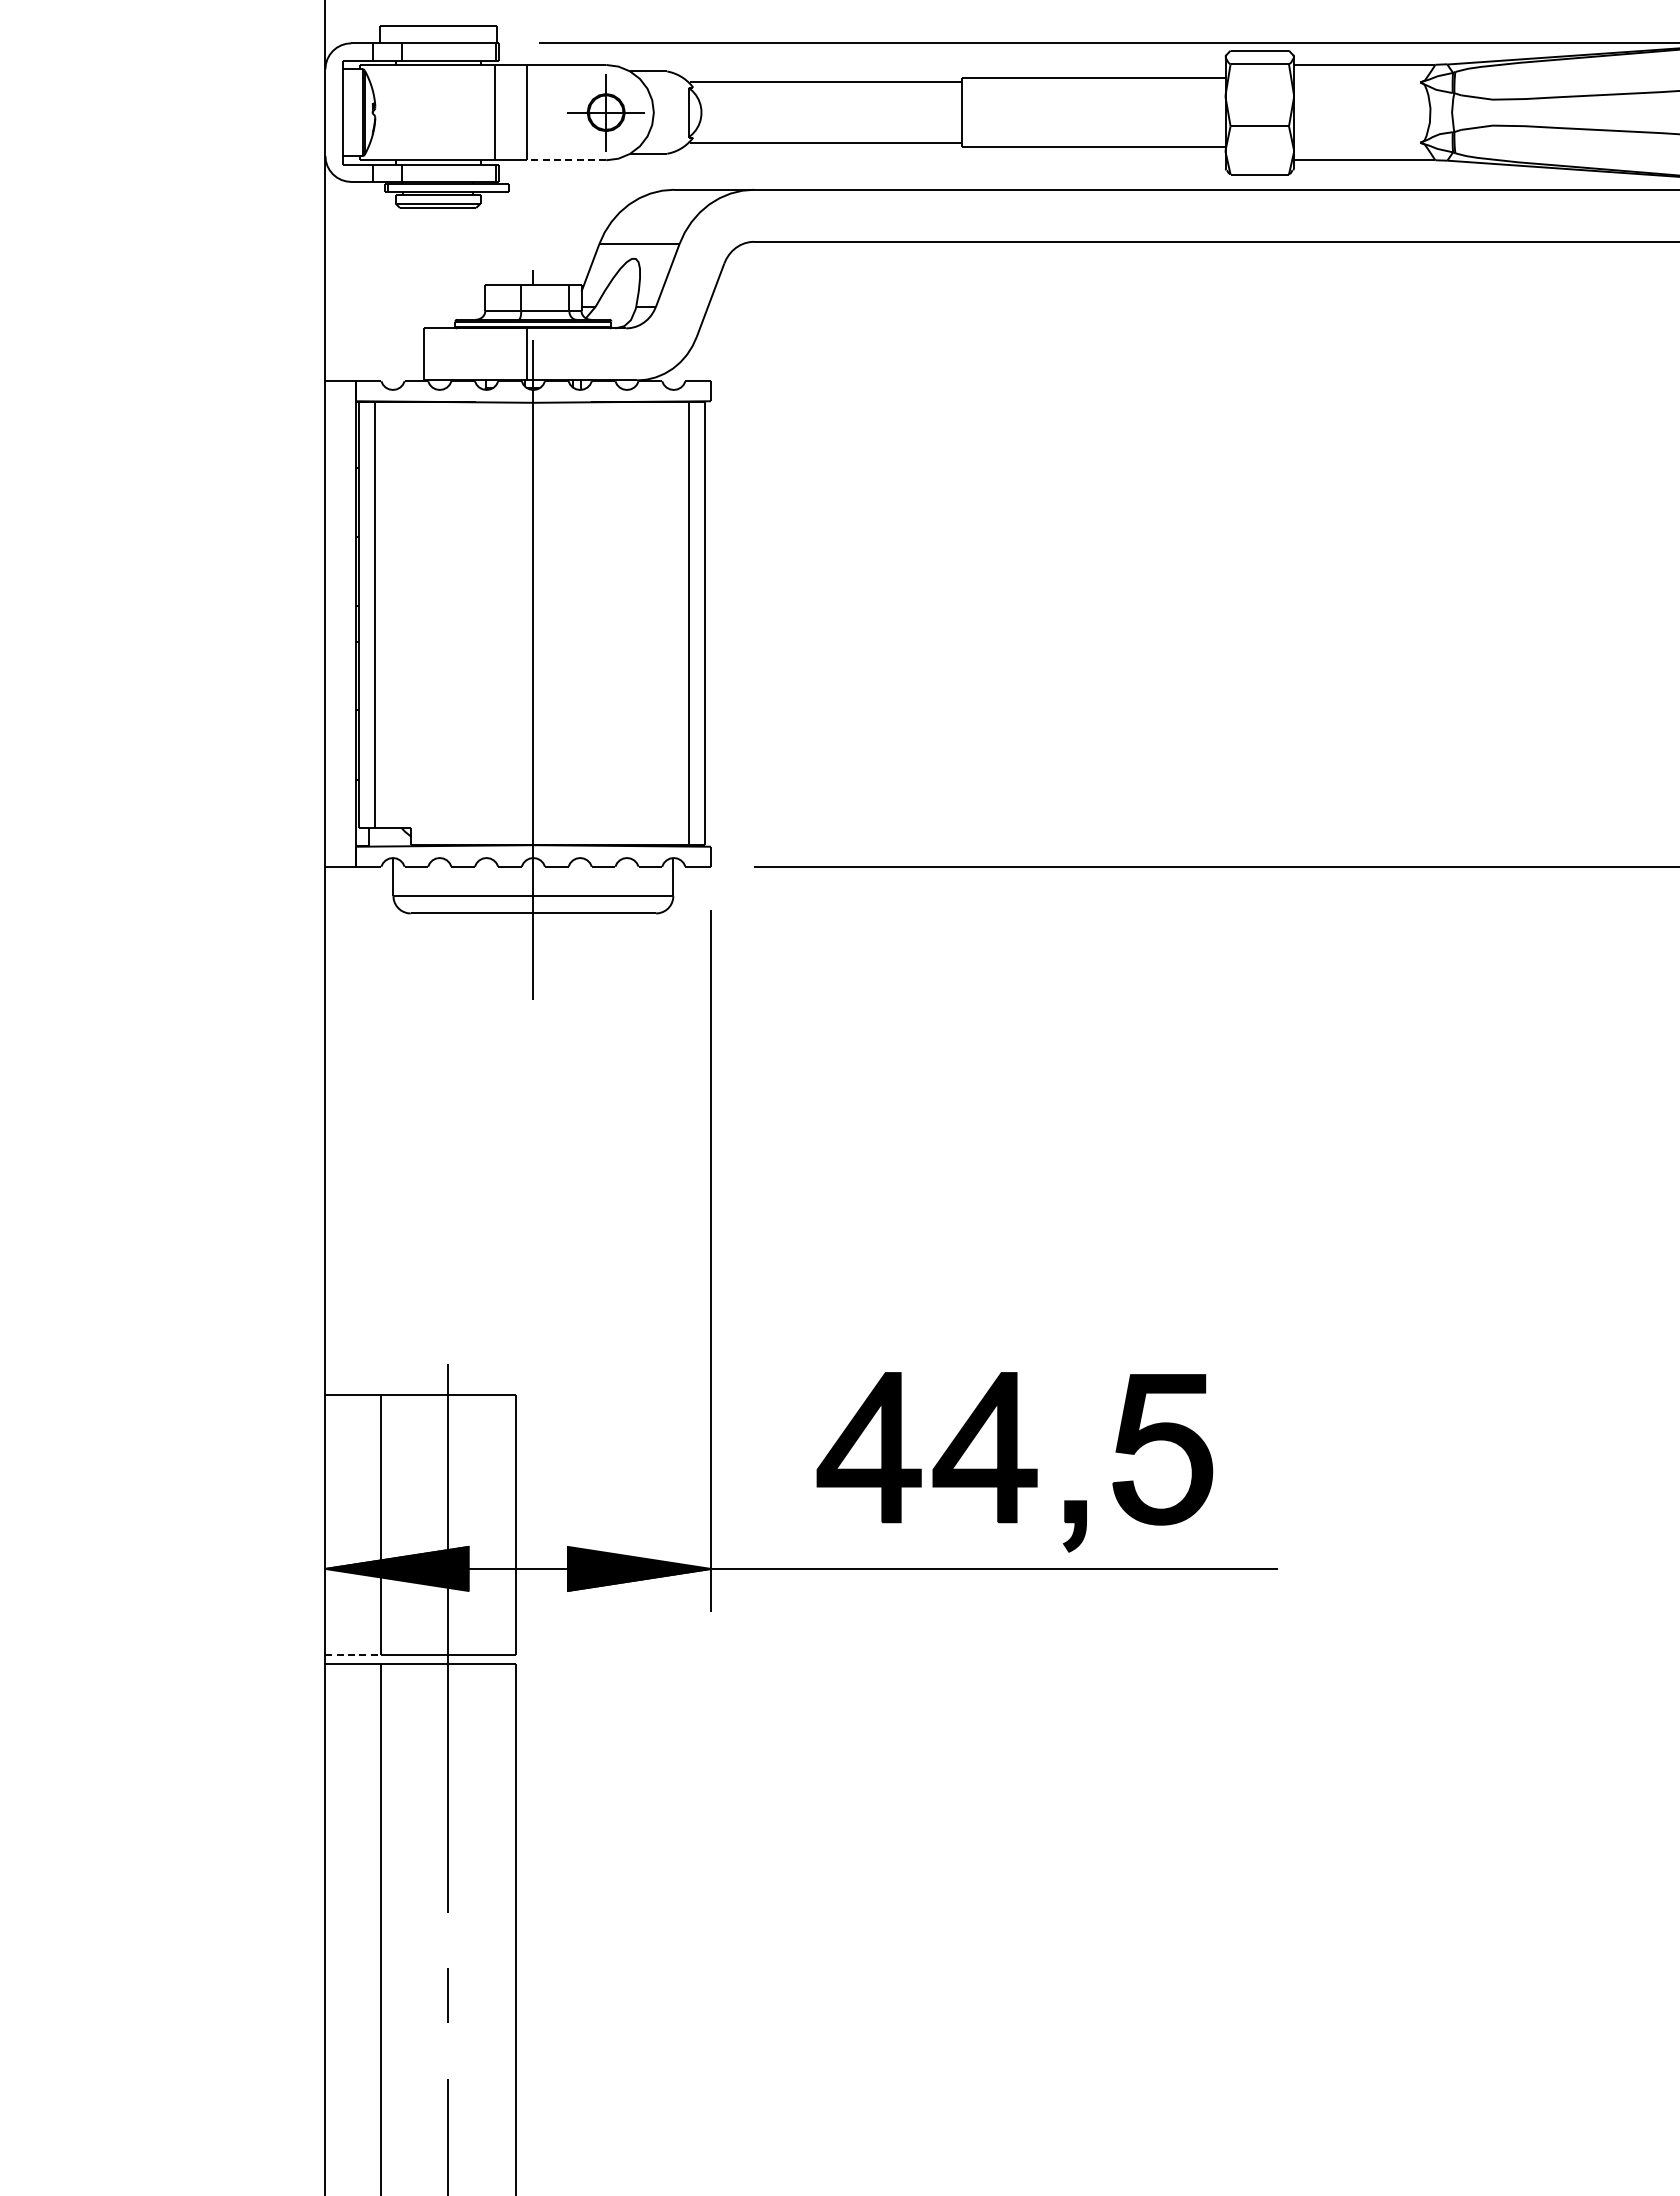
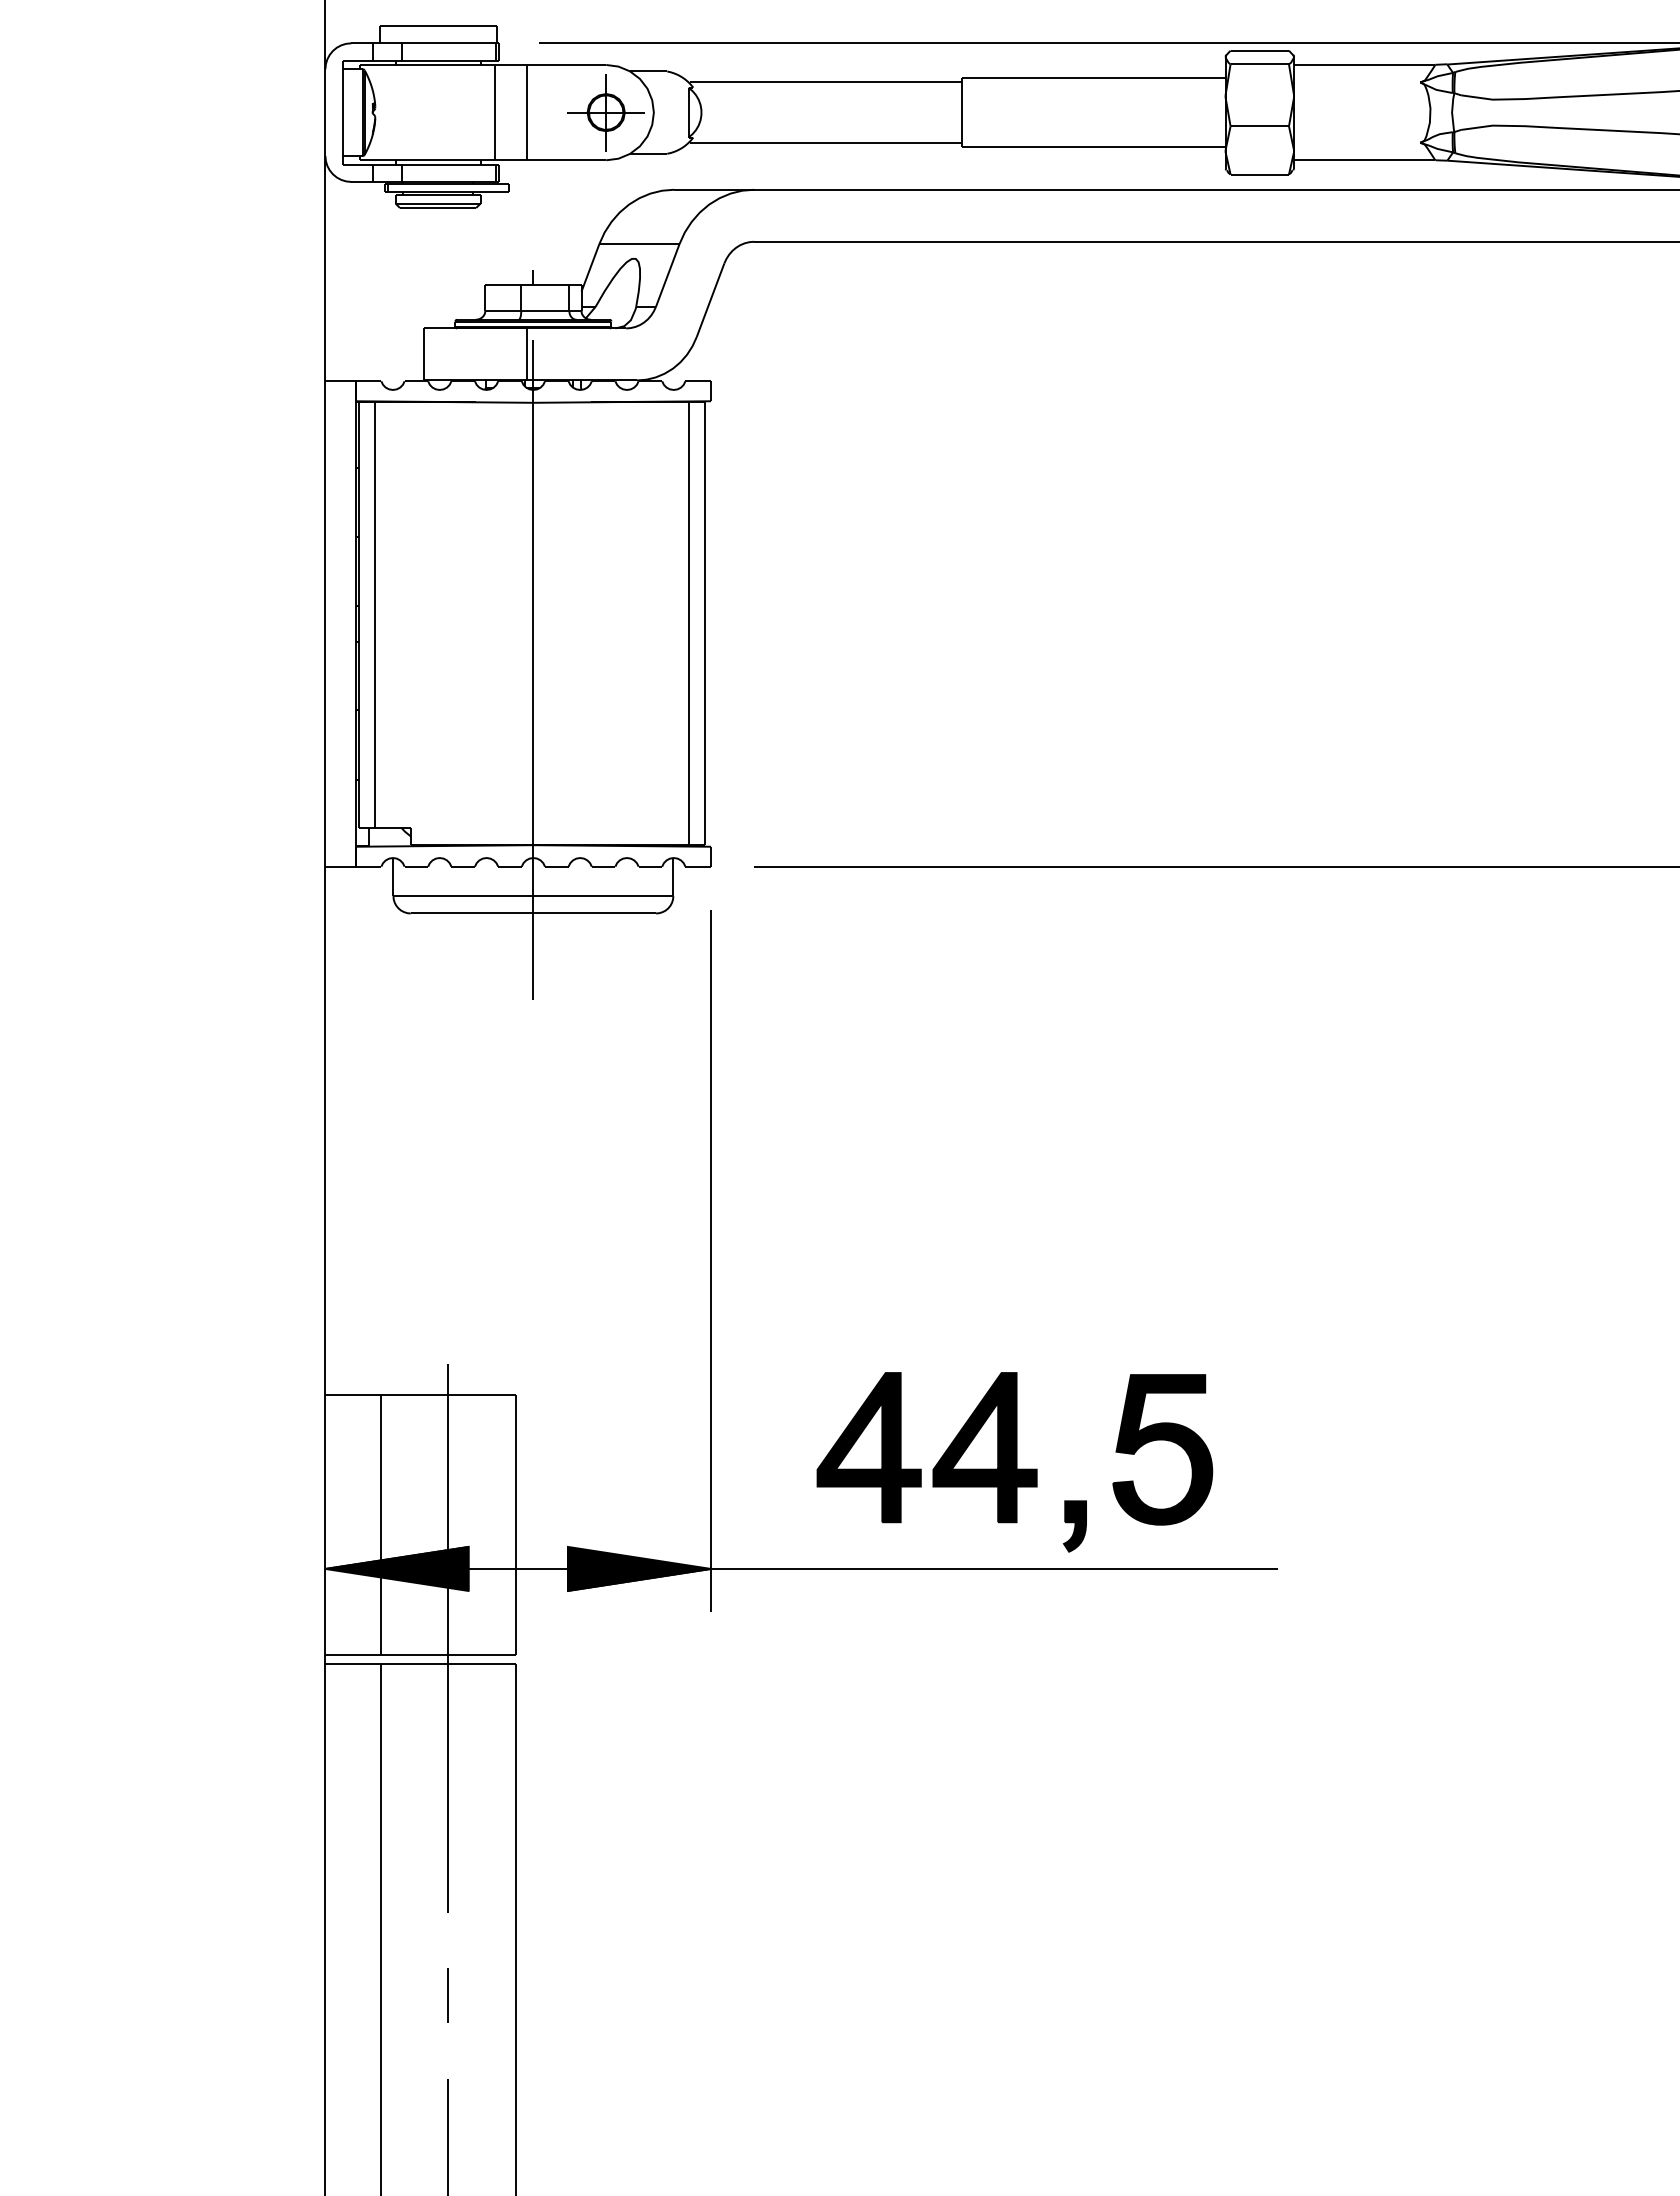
line at (566, 160): dashed -> solid
line at (353, 1655): dashed -> solid
